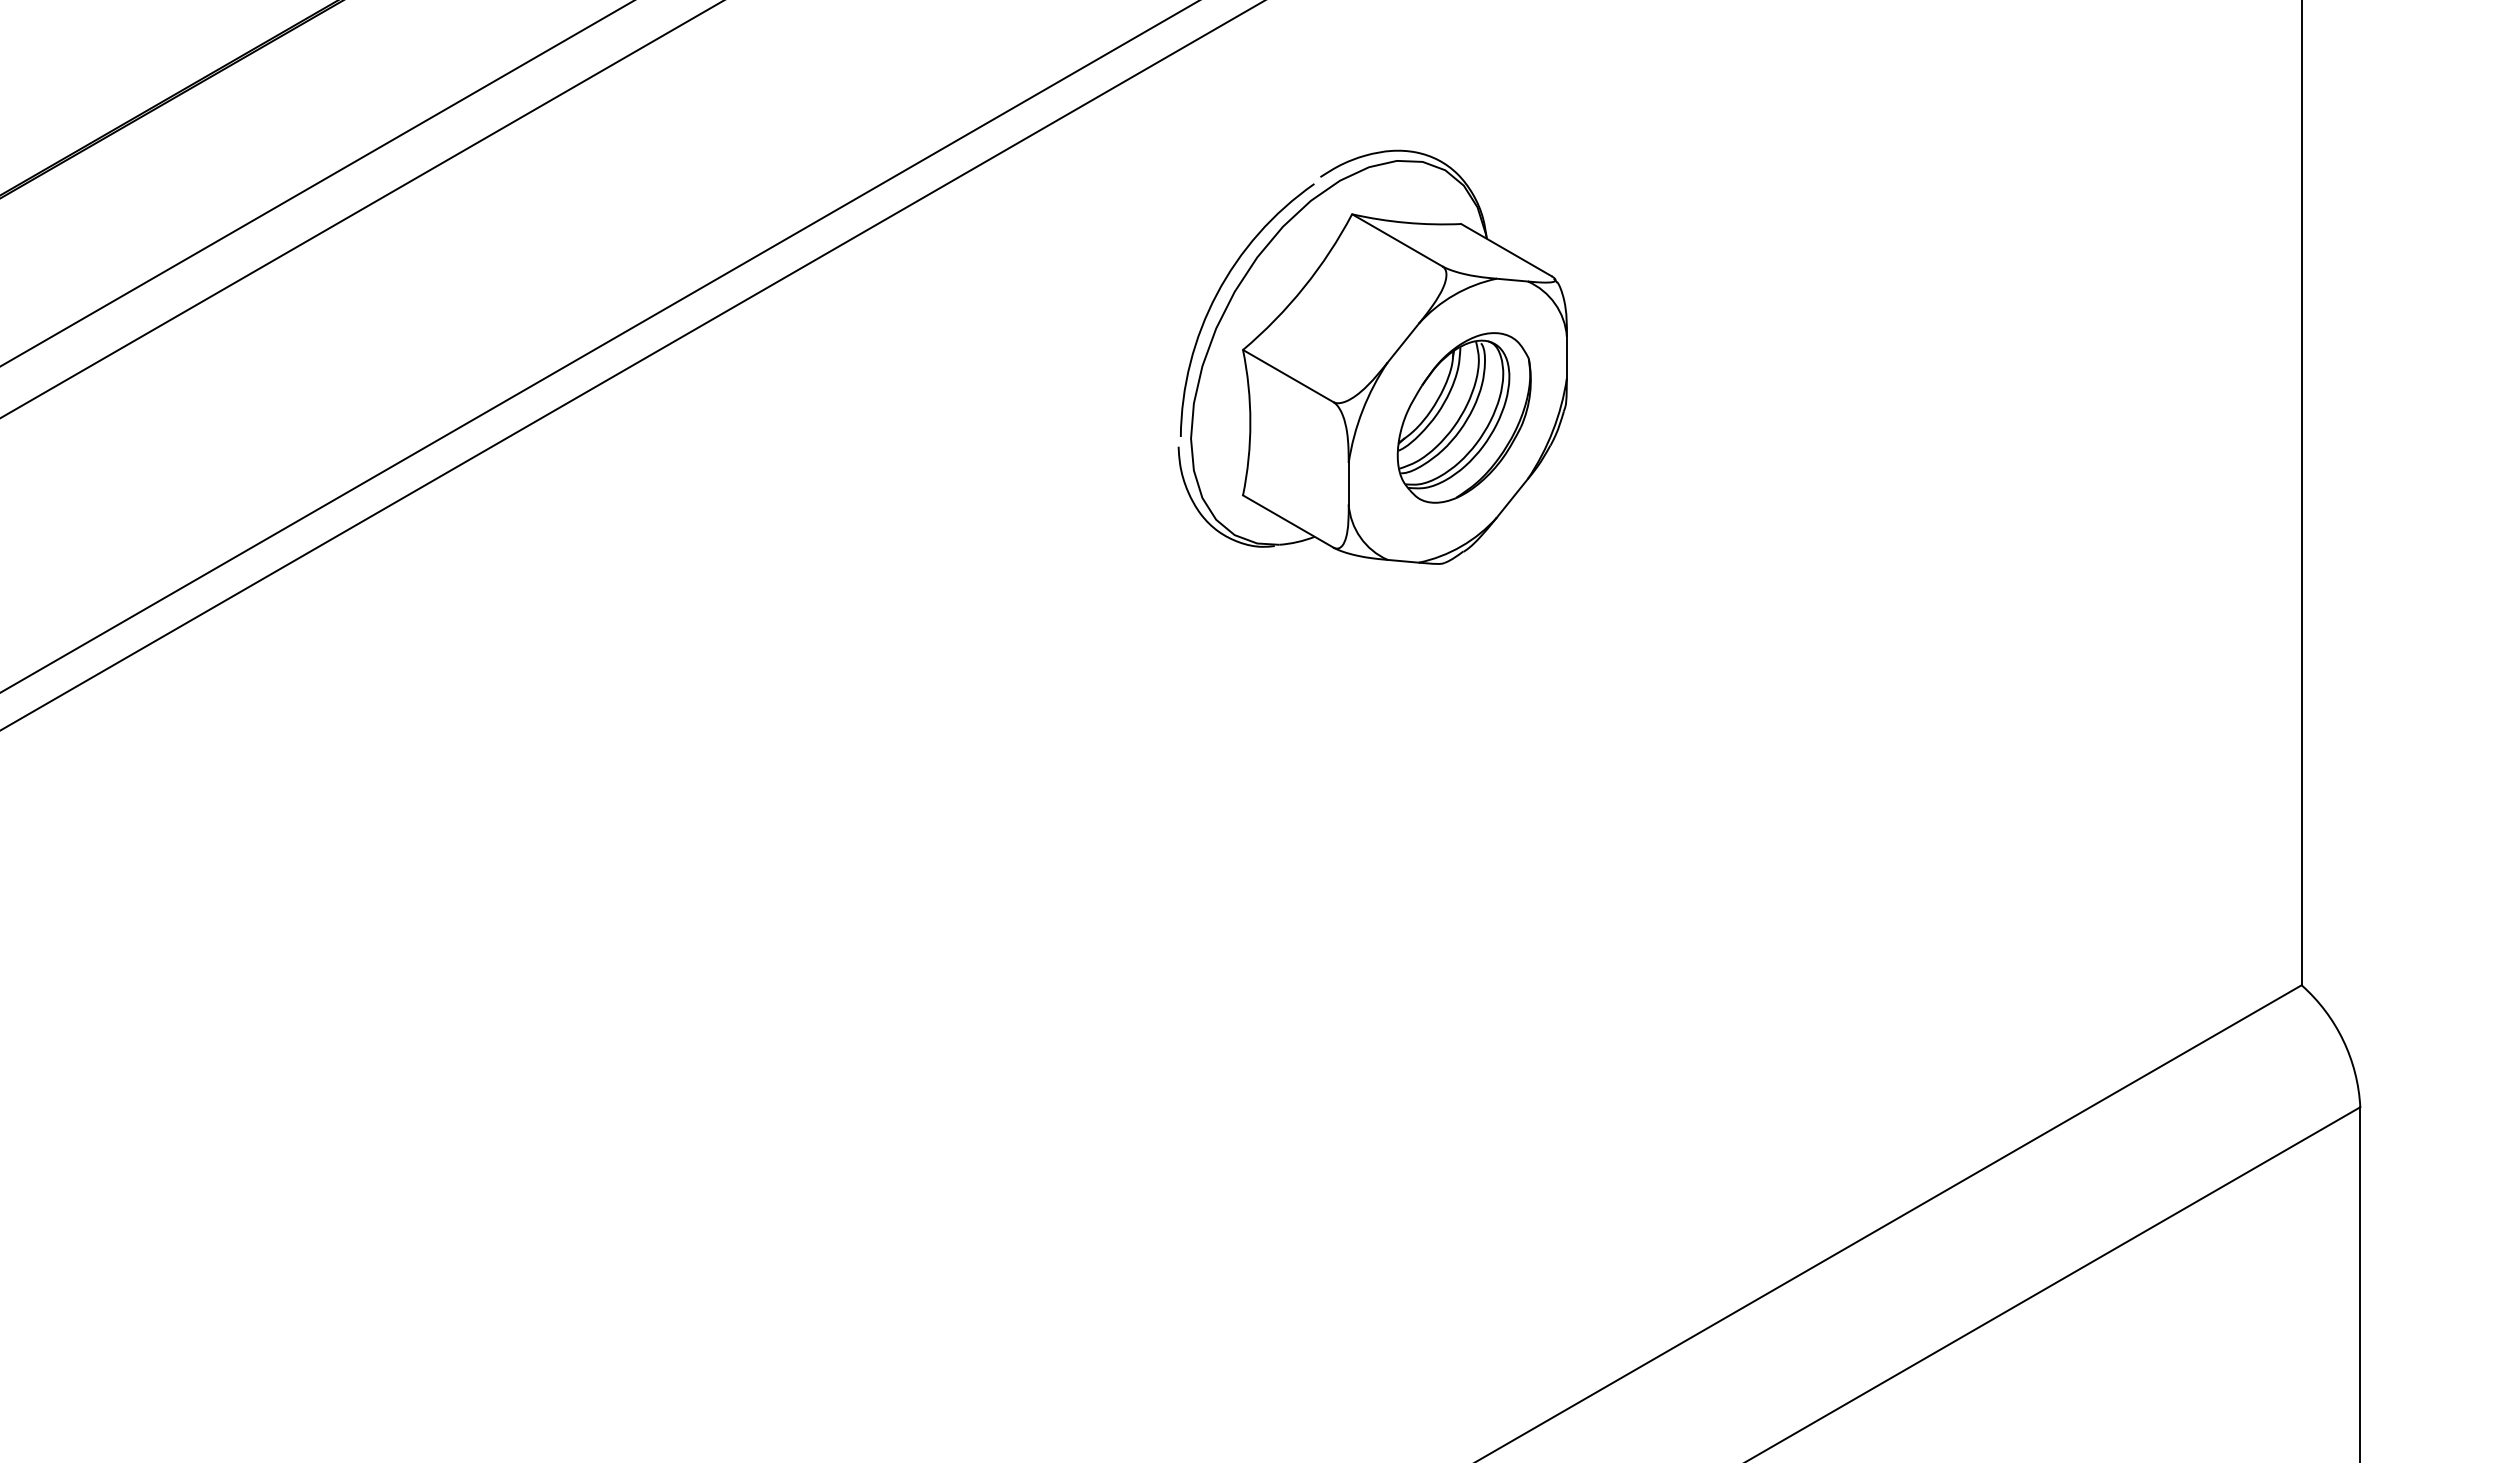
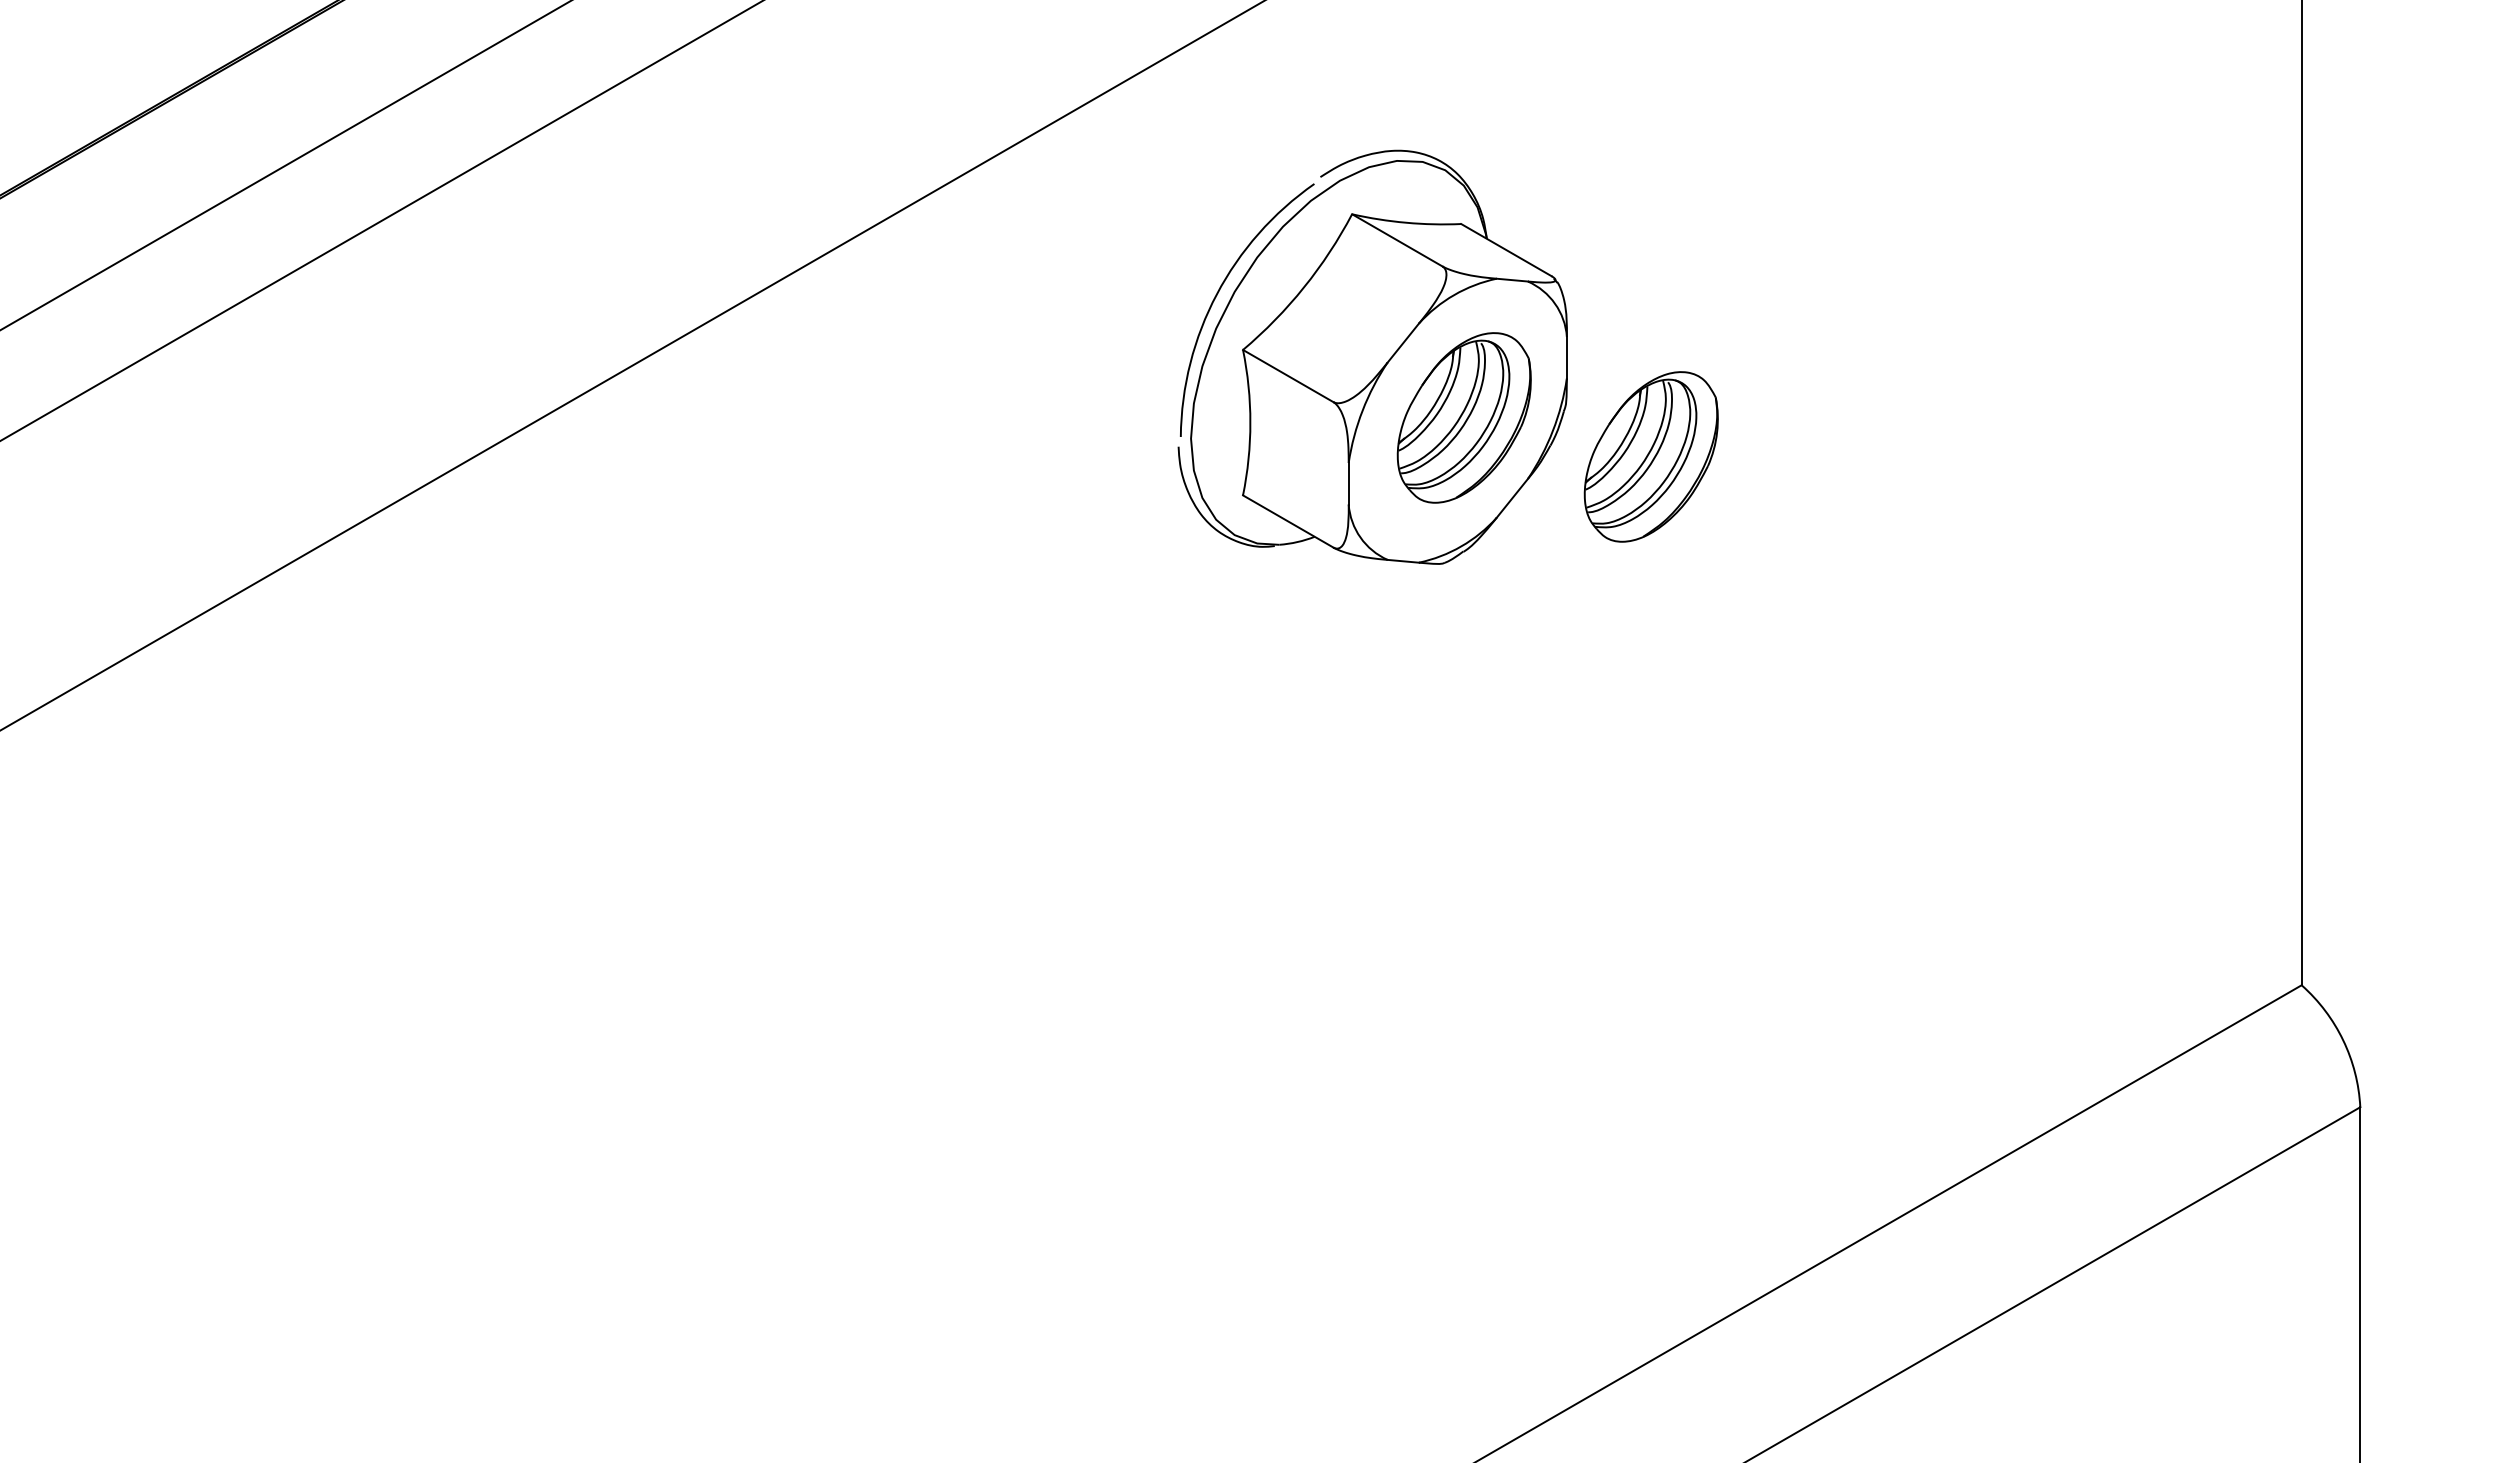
line at (316, 183) position: (316, 183) -> (285, 165)
line at (361, 209) position: (361, 209) -> (381, 220)
line at (599, 346): present -> none
part at (1650, 456): none -> present
